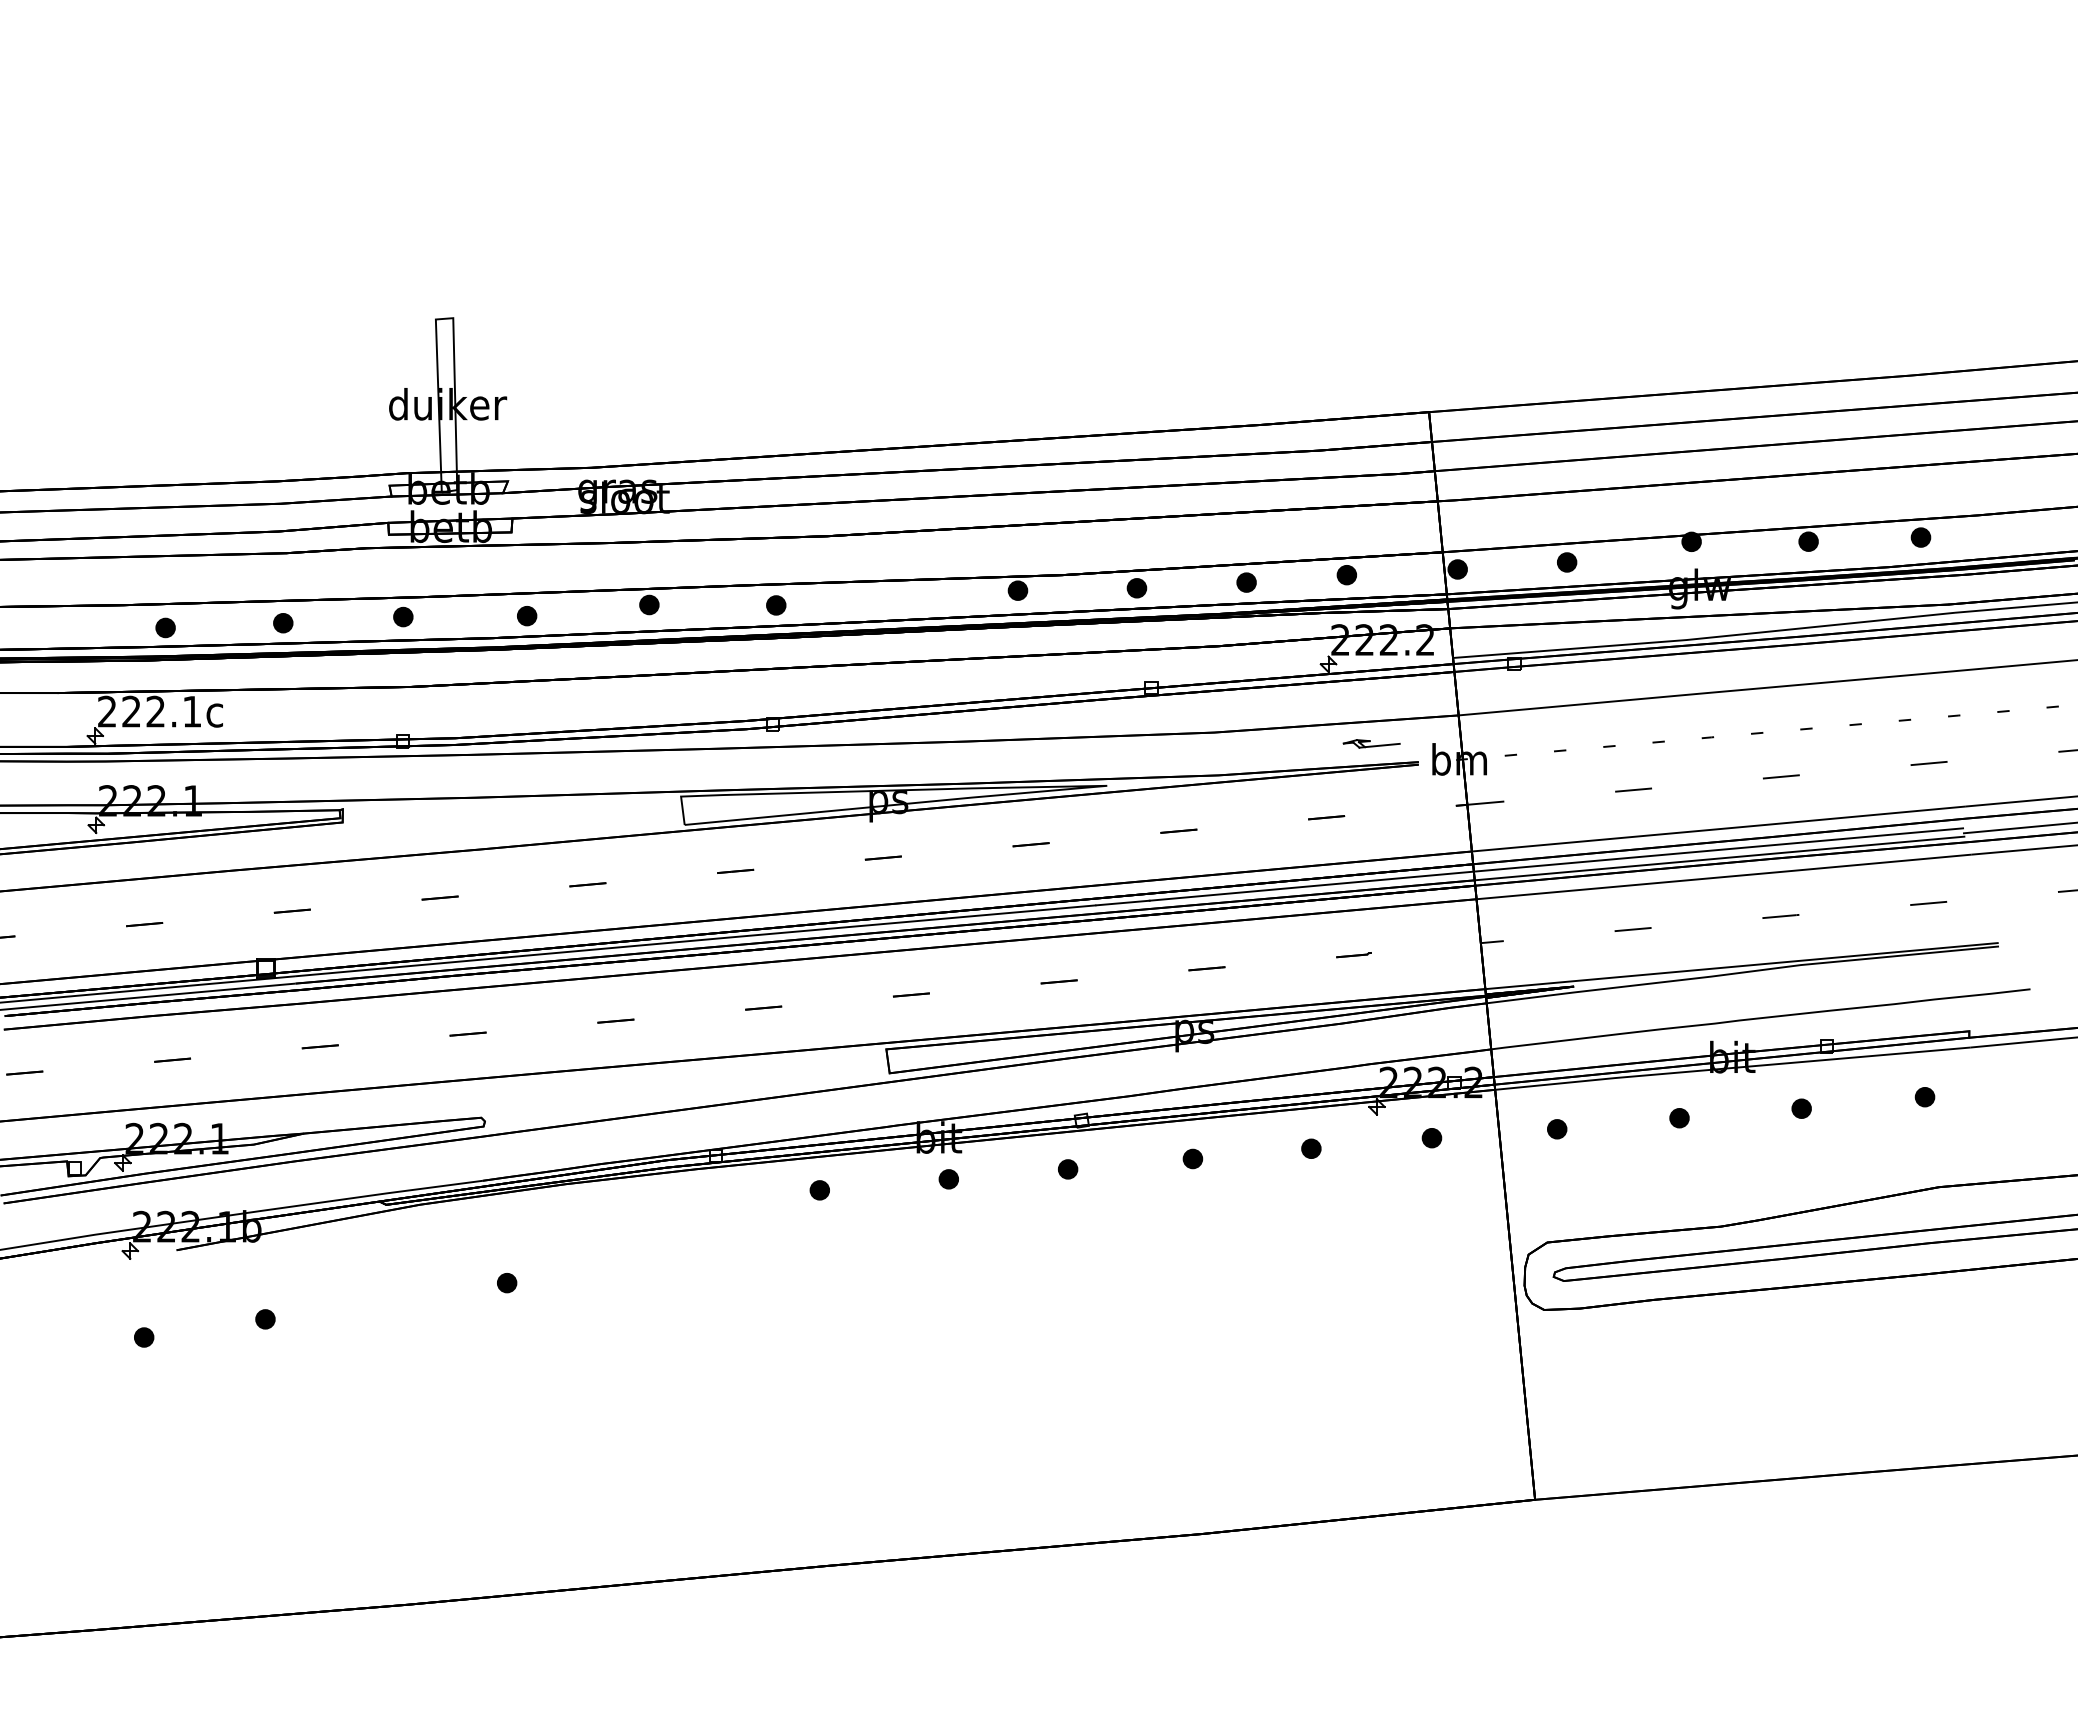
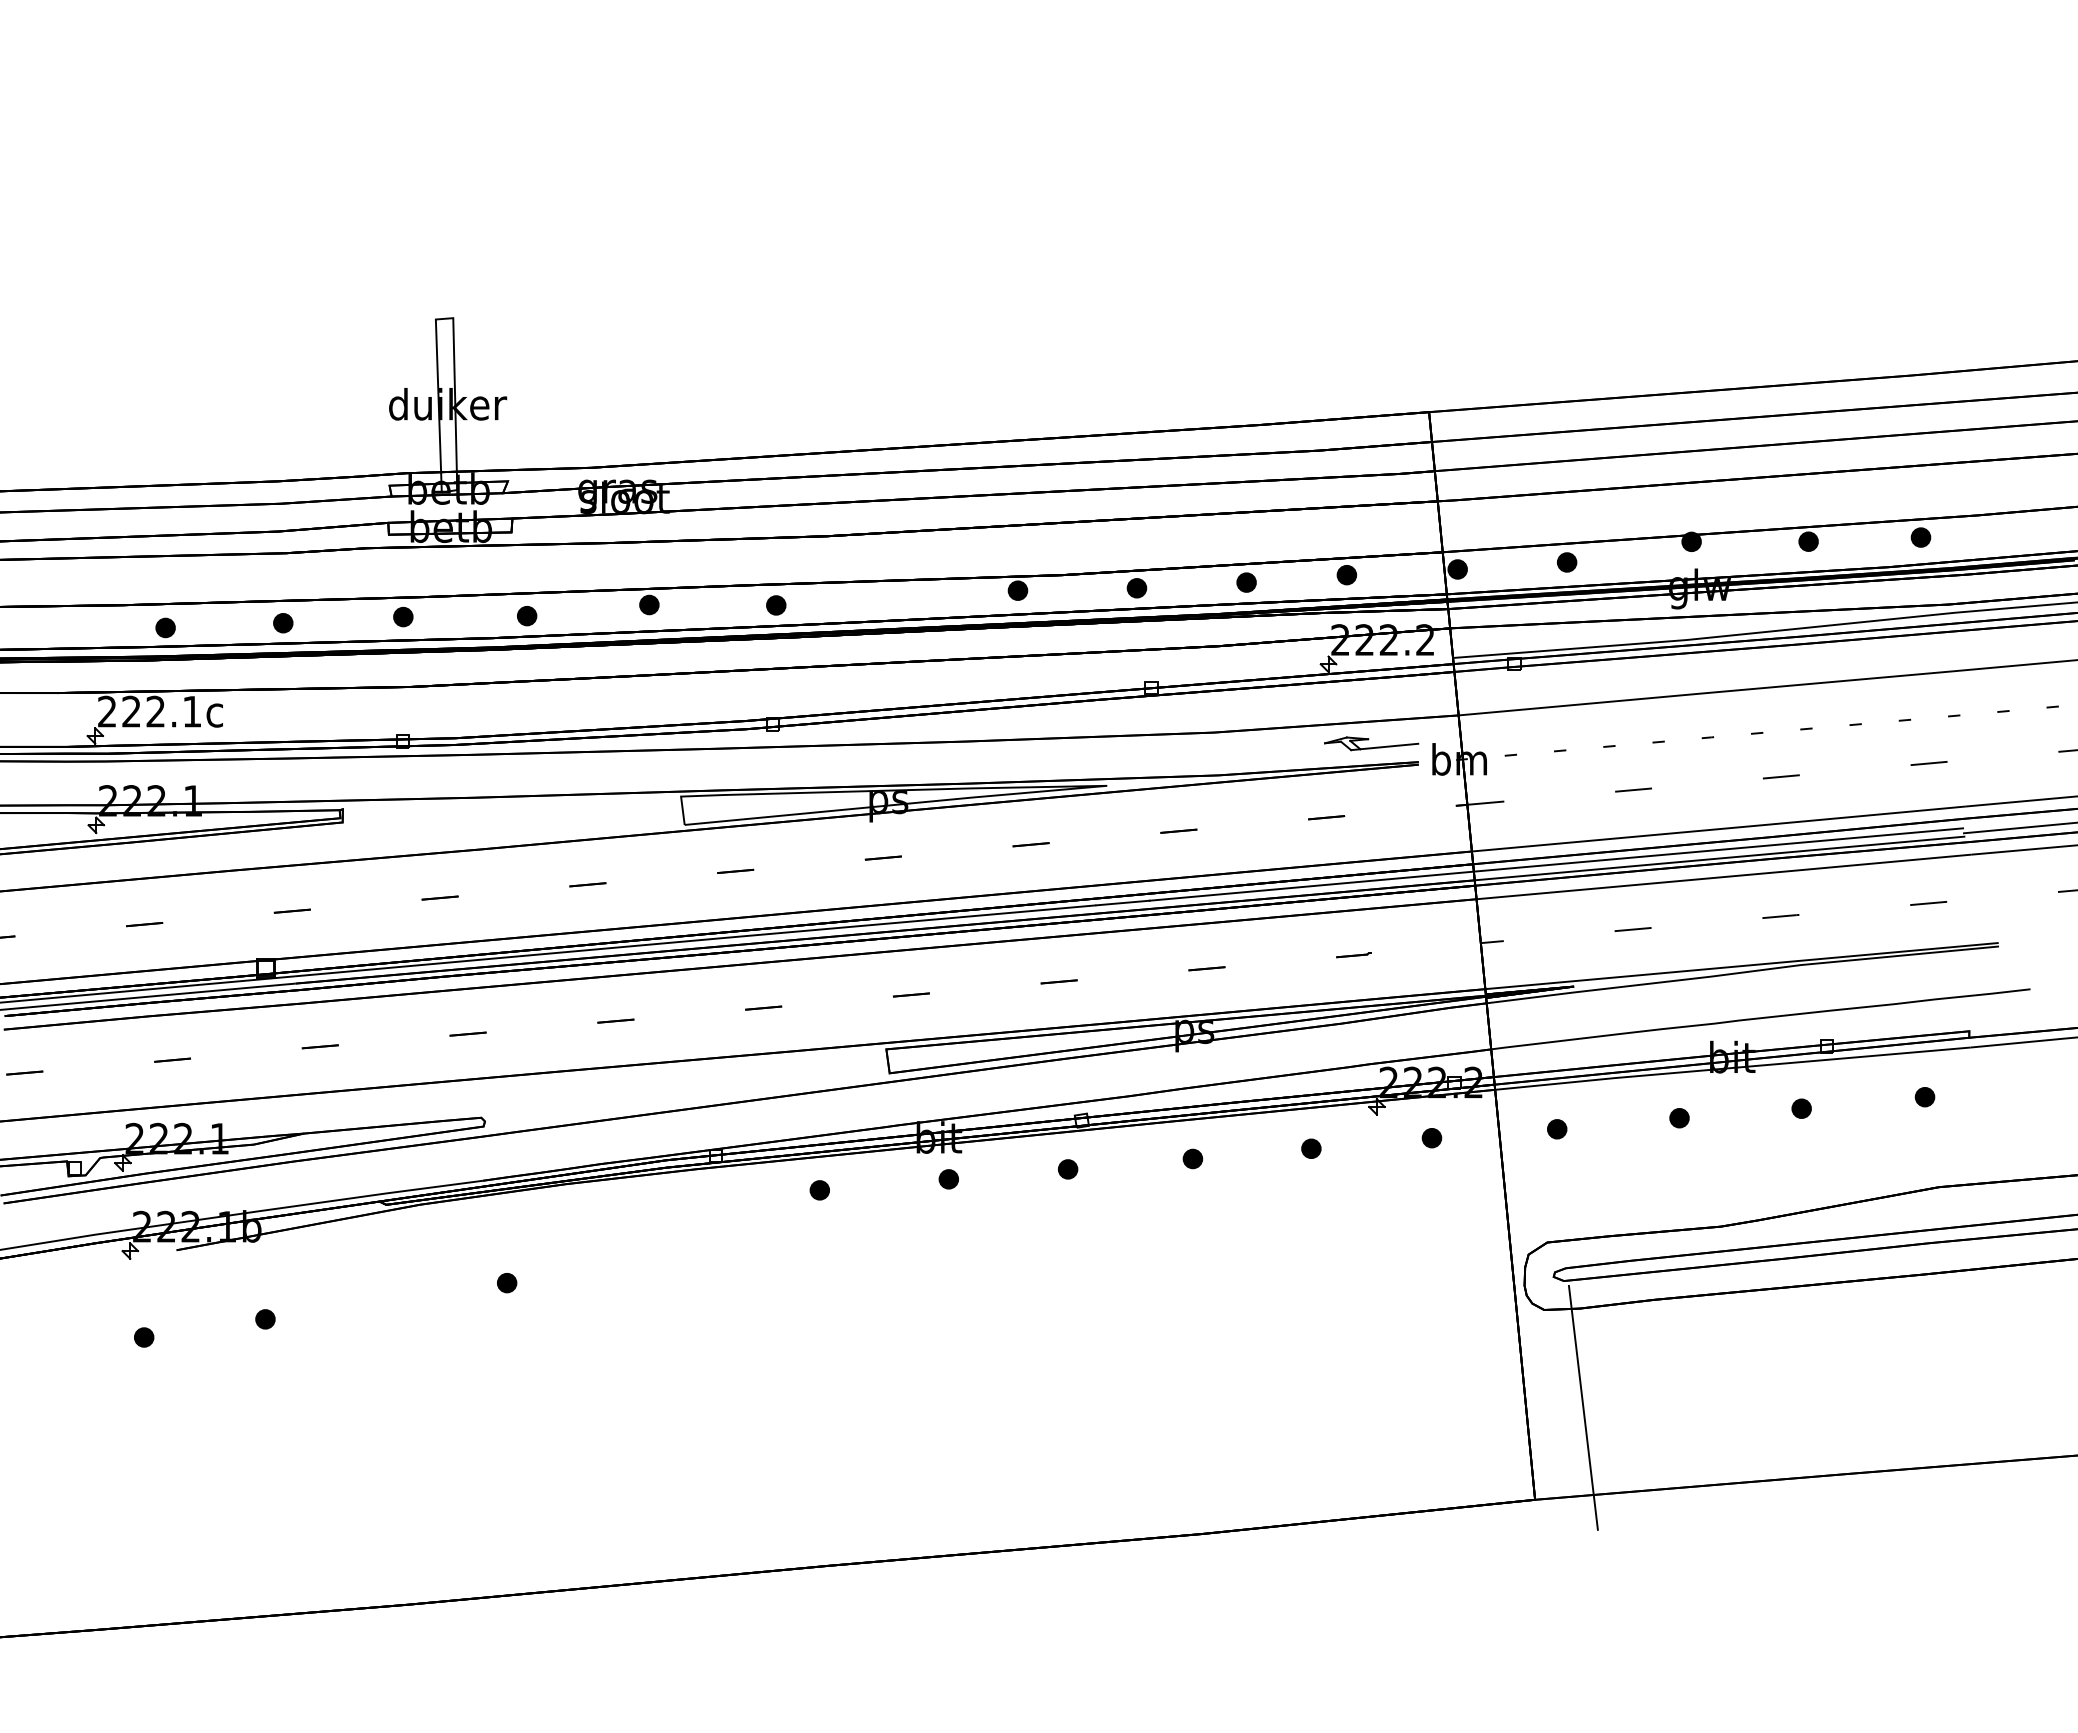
part at (1371, 743) size: 59x10 px -> 96x16 px
line at (1582, 1407): none -> present
